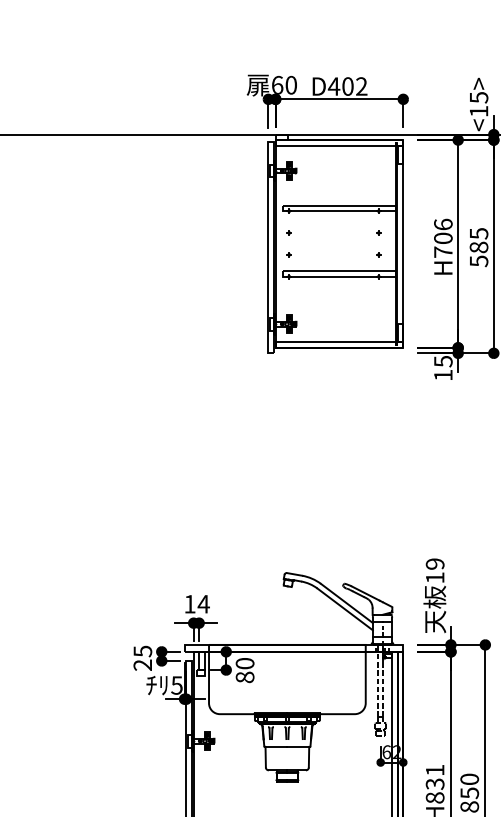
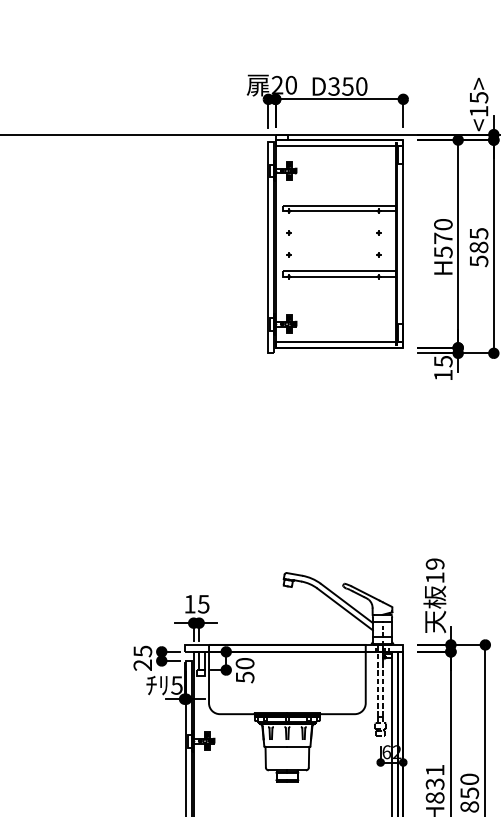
text at (277, 84): 60 -> 20
text at (347, 86): D402 -> D350
text at (443, 238): H706 -> H570
text at (203, 604): 14 -> 15
text at (244, 677): 80 -> 50
